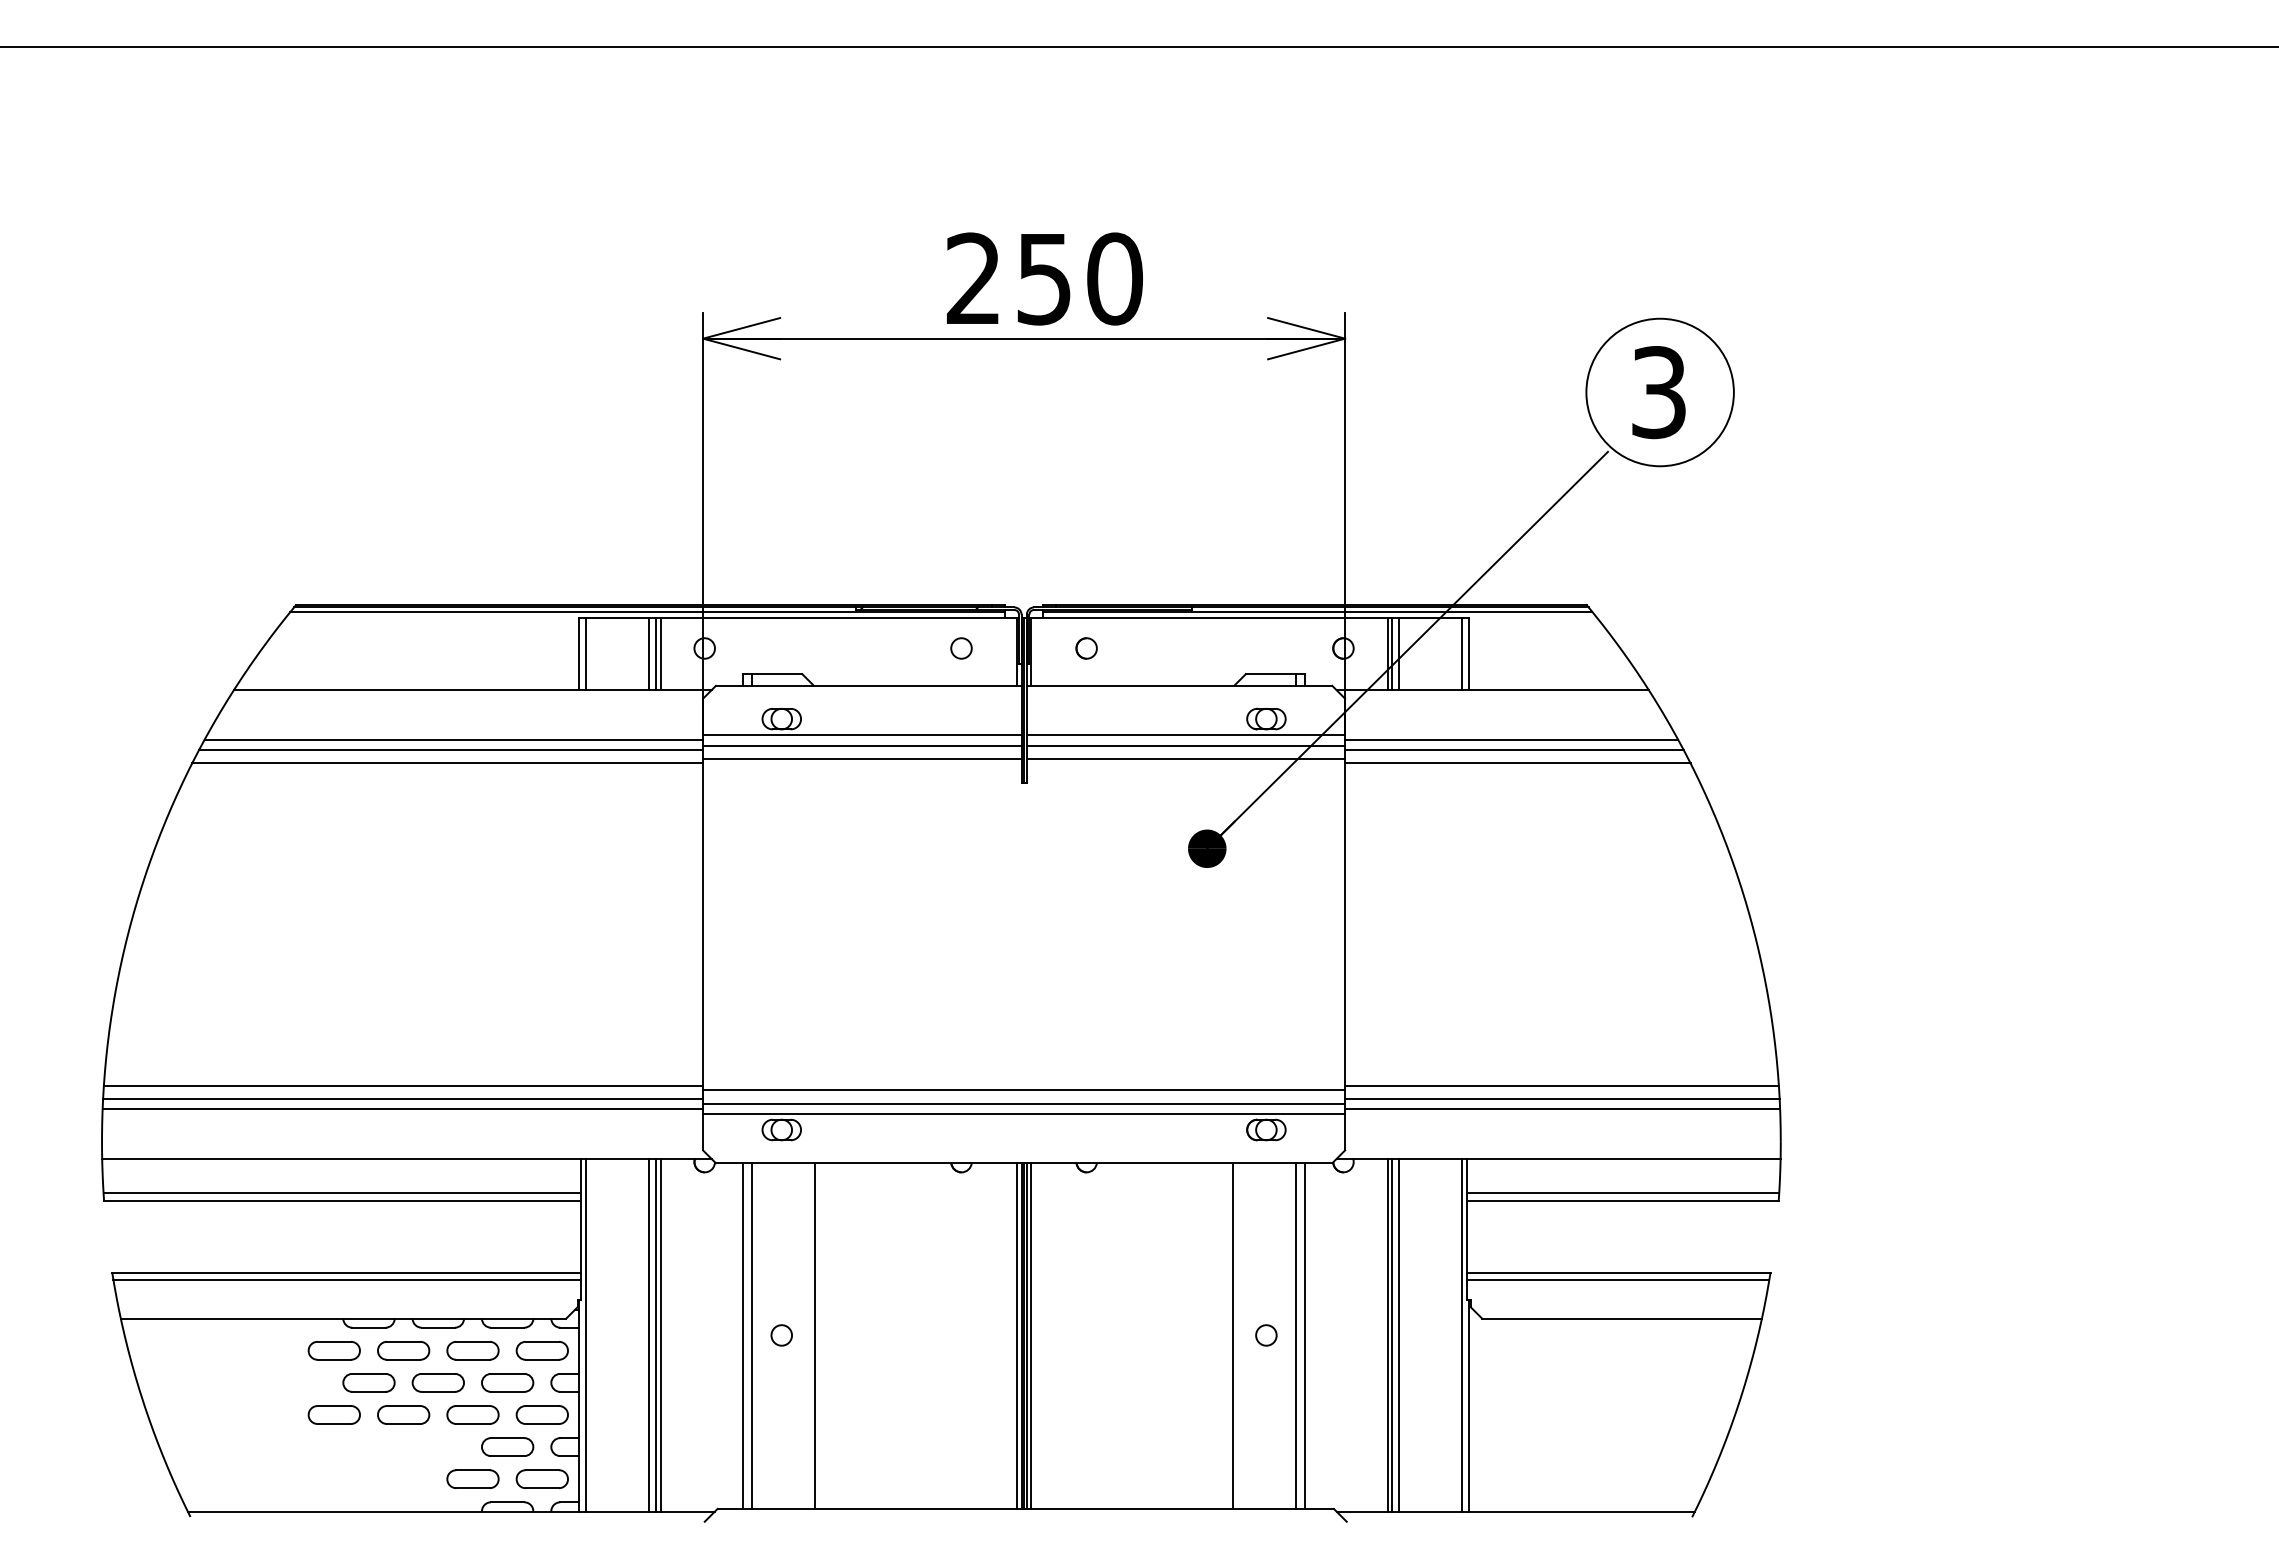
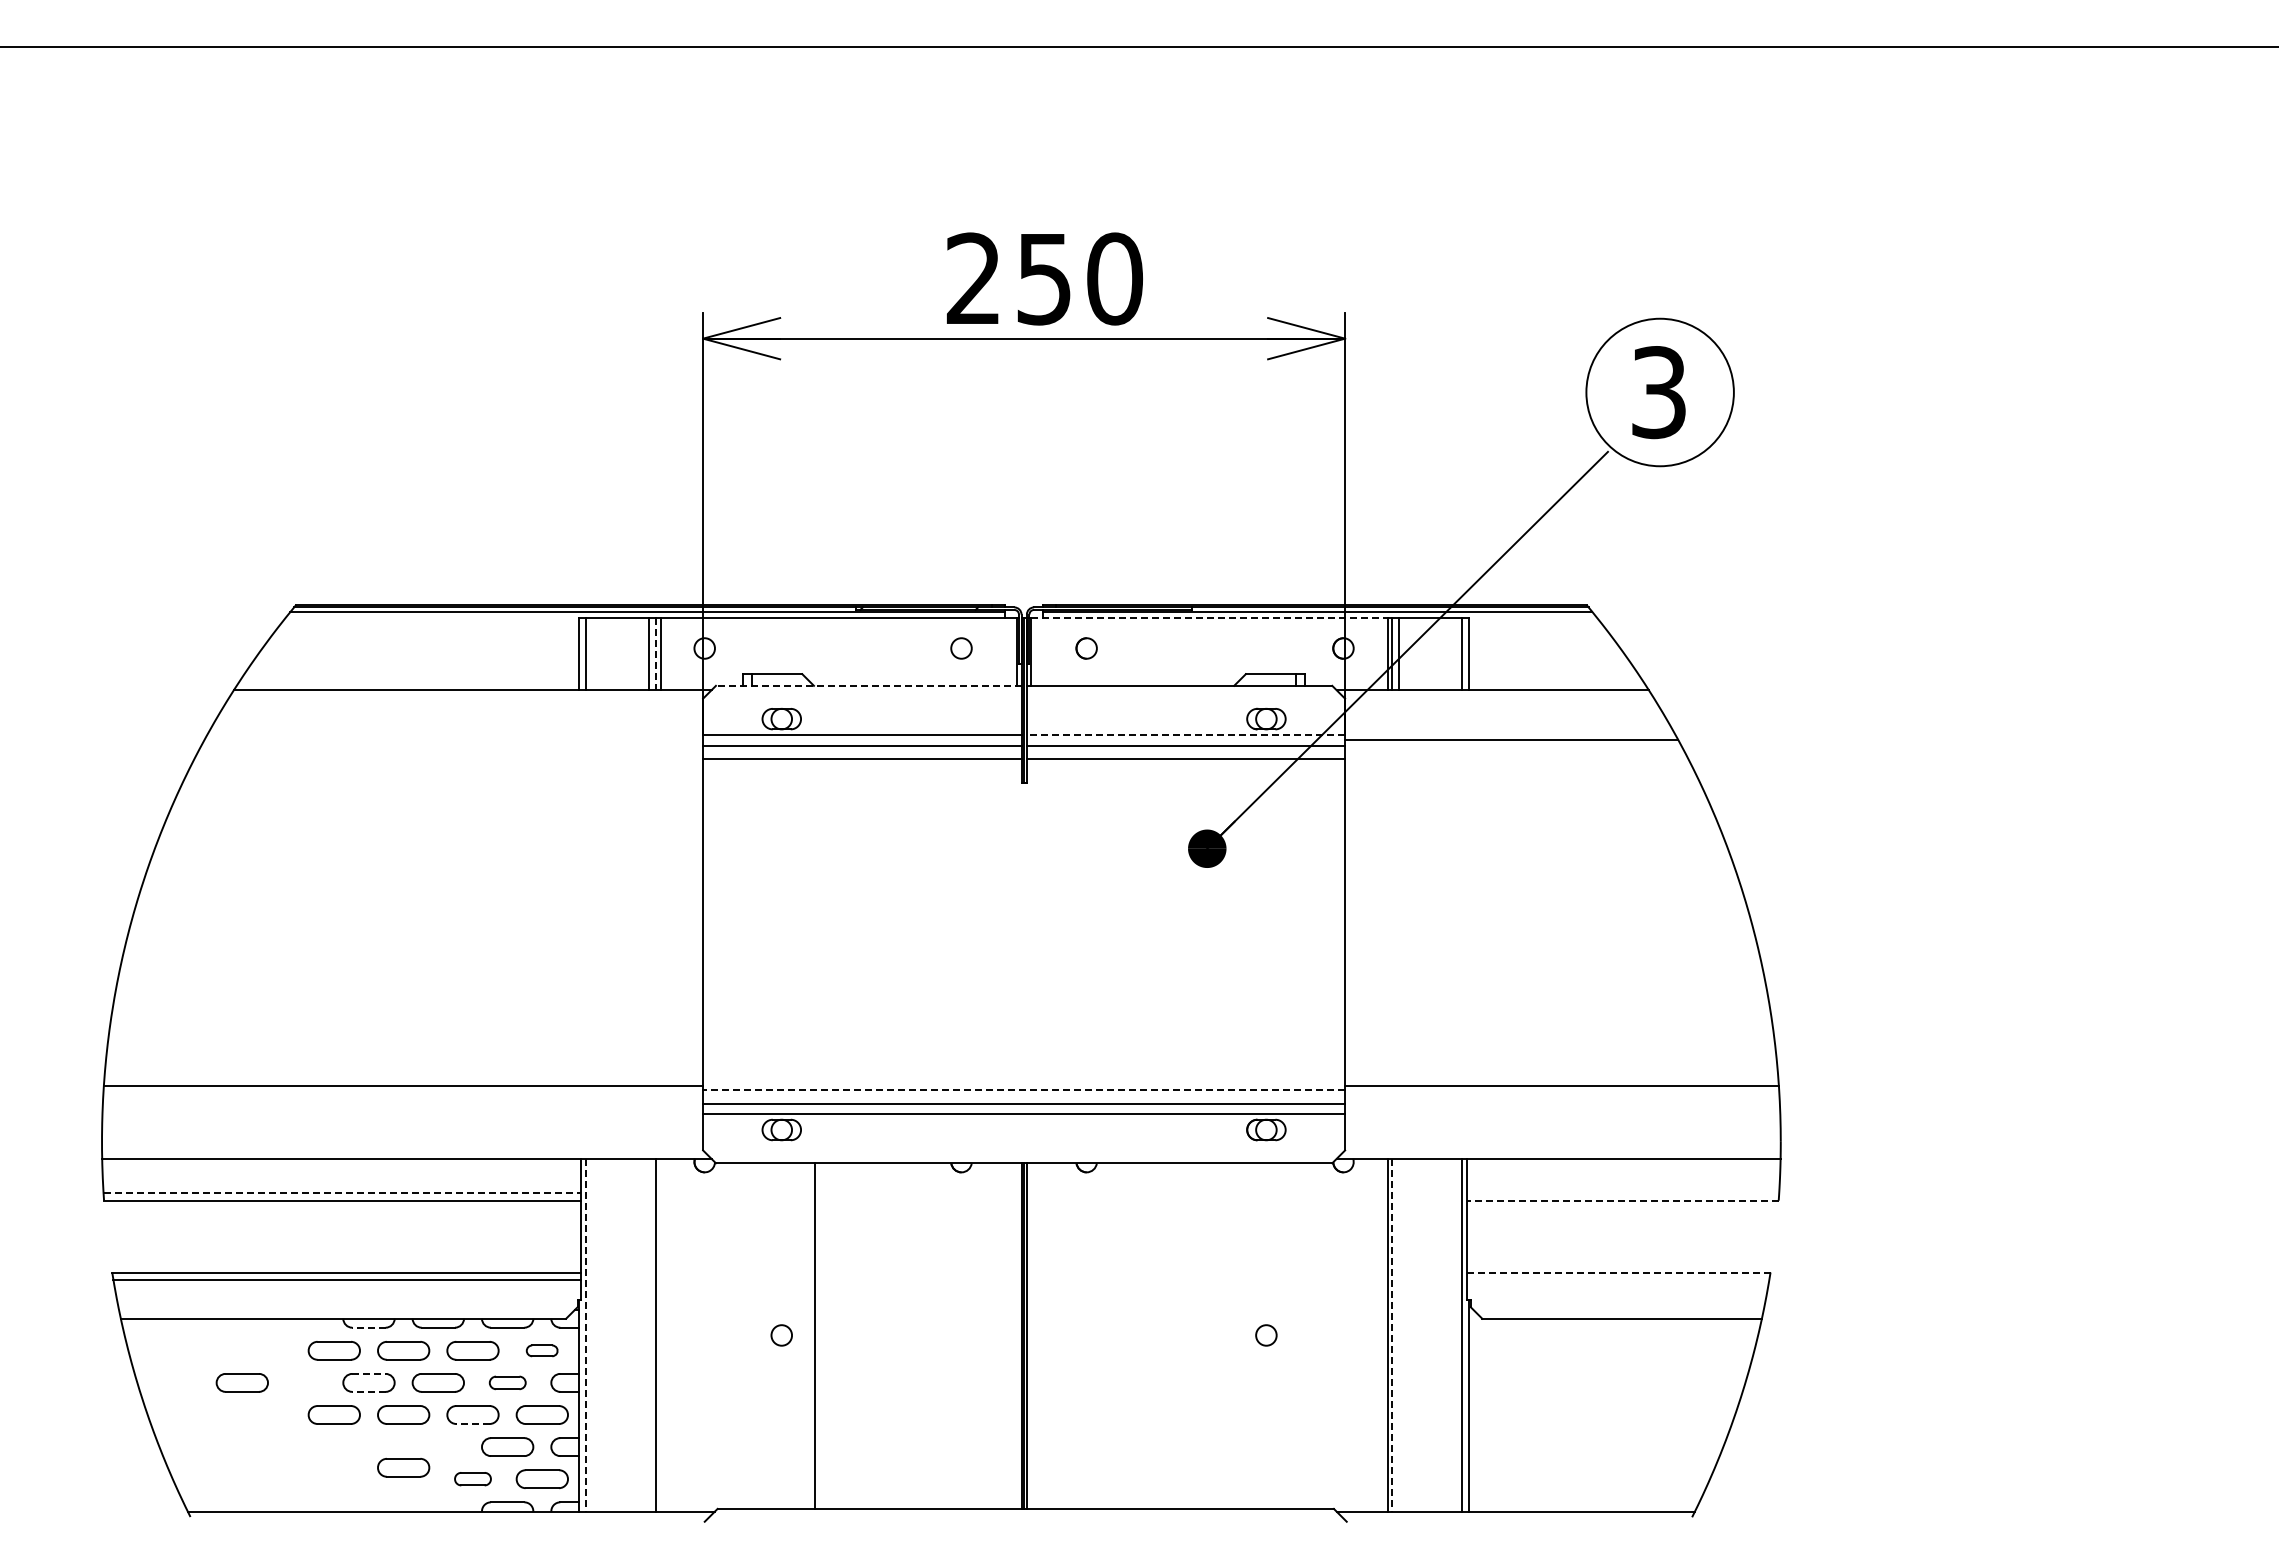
line at (1209, 617): solid -> dashed
line at (655, 654): solid -> dashed
line at (868, 685): solid -> dashed
line at (1185, 735): solid -> dashed
line at (453, 739): present -> none
line at (451, 749): present -> none
line at (1514, 749): present -> none
line at (447, 763): present -> none
line at (1517, 763): present -> none
line at (1023, 1090): solid -> dashed
line at (403, 1099): present -> none
line at (1562, 1099): present -> none
line at (402, 1109): present -> none
line at (1562, 1109): present -> none
line at (342, 1193): solid -> dashed
line at (1623, 1193): present -> none
line at (1622, 1200): solid -> dashed
line at (1618, 1272): solid -> dashed
line at (1618, 1279): present -> none
line at (369, 1327): solid -> dashed
line at (586, 1335): solid -> dashed
line at (648, 1335): present -> none
line at (660, 1335): present -> none
line at (743, 1335): present -> none
line at (752, 1335): present -> none
line at (1016, 1335): present -> none
line at (1031, 1335): present -> none
line at (1233, 1335): present -> none
line at (1295, 1335): present -> none
line at (1304, 1335): present -> none
line at (1392, 1335): solid -> dashed
line at (1399, 1335): present -> none
part at (541, 1350) size: 54x20 px -> 34x14 px
line at (369, 1373): solid -> dashed
part at (241, 1382): none -> present
part at (507, 1382) size: 54x20 px -> 39x16 px
line at (369, 1391): solid -> dashed
line at (473, 1423): solid -> dashed
part at (403, 1467): none -> present
part at (472, 1478) size: 54x20 px -> 38x15 px
